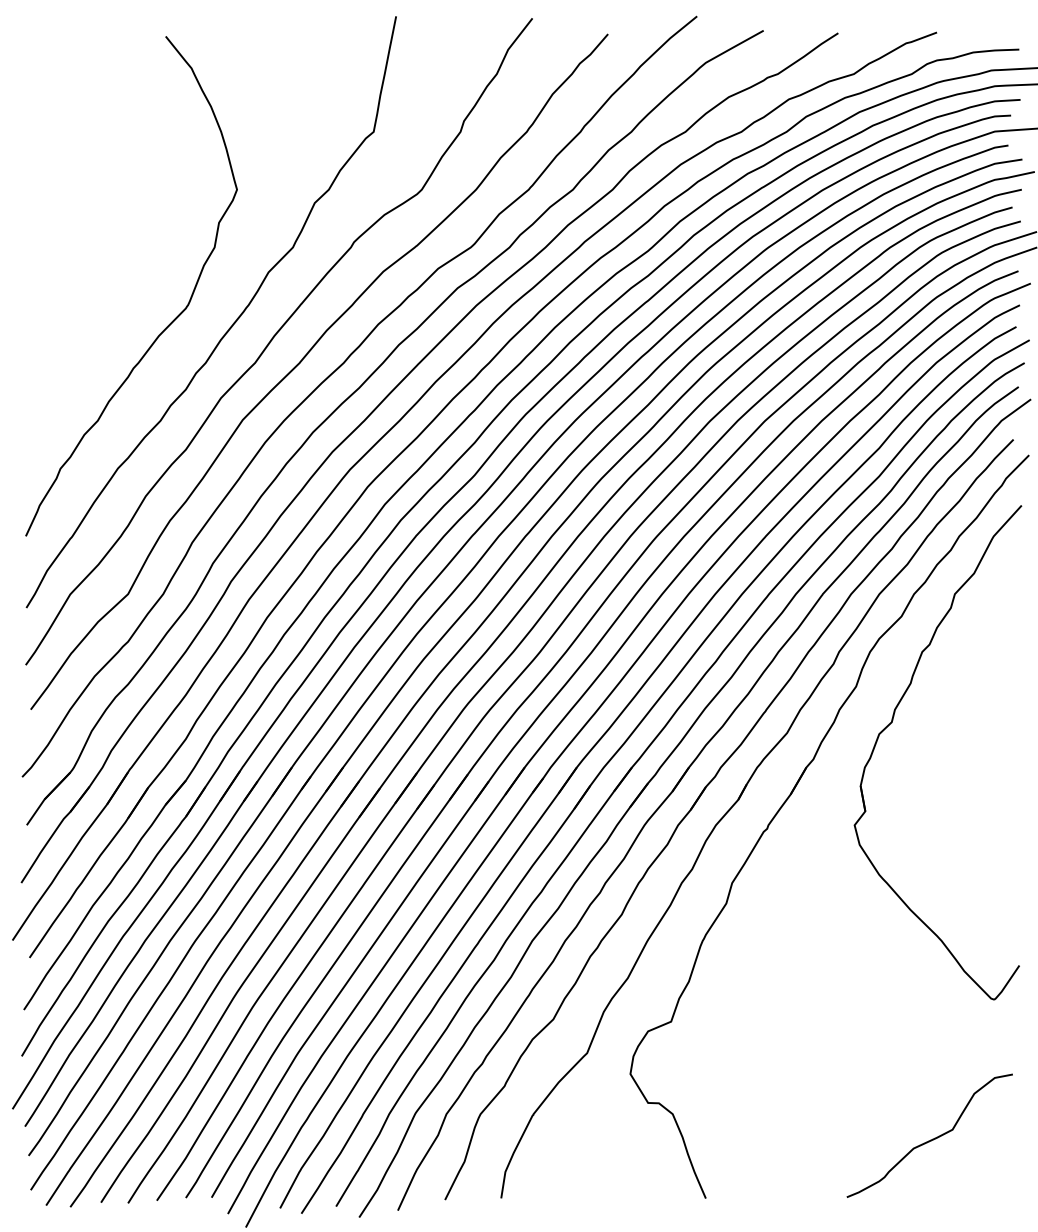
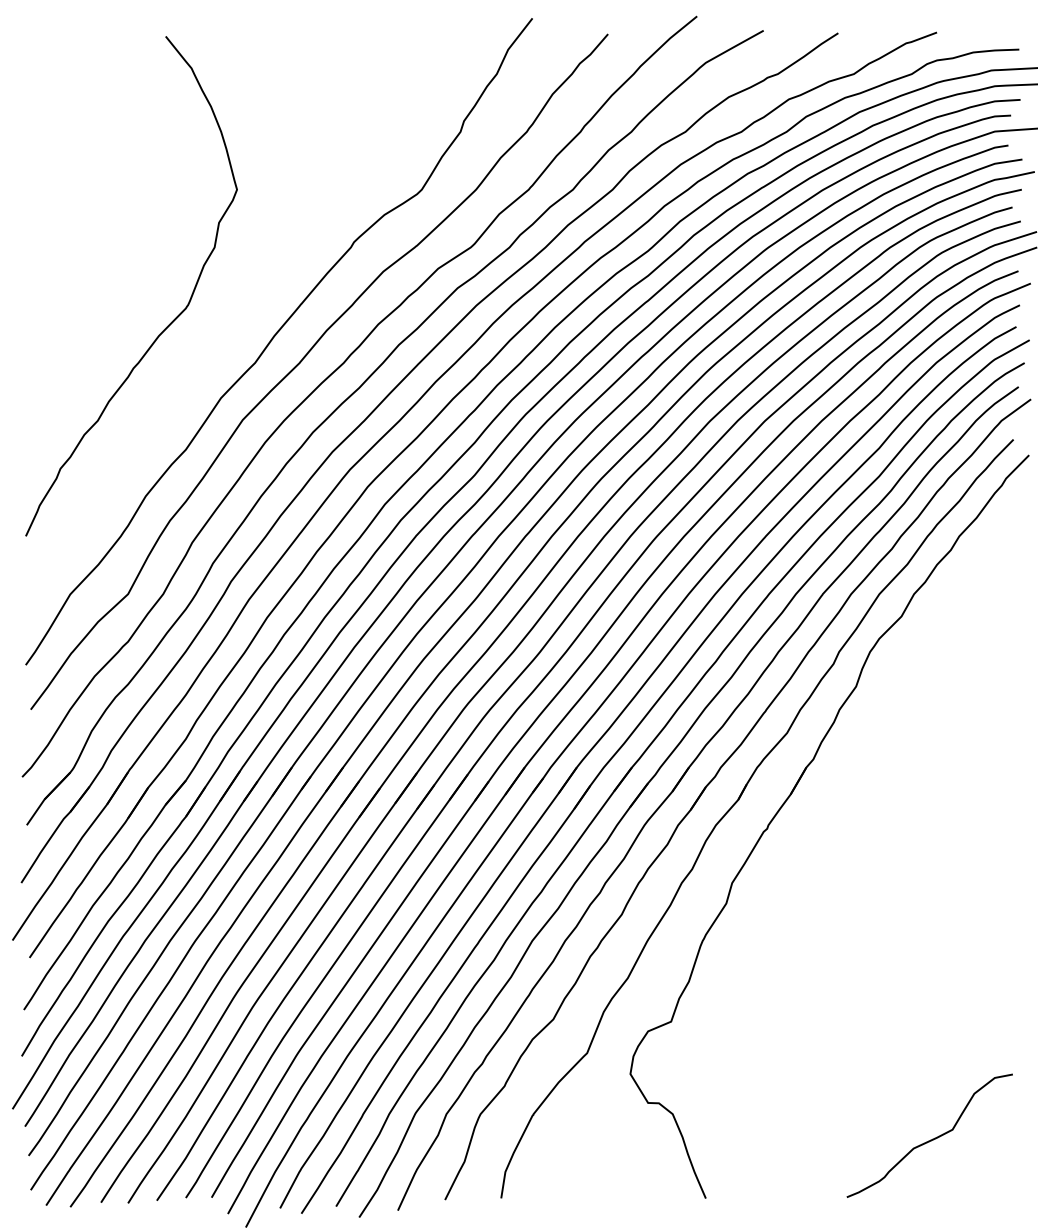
curve at (228, 328): present -> none
part at (892, 722): present -> none
